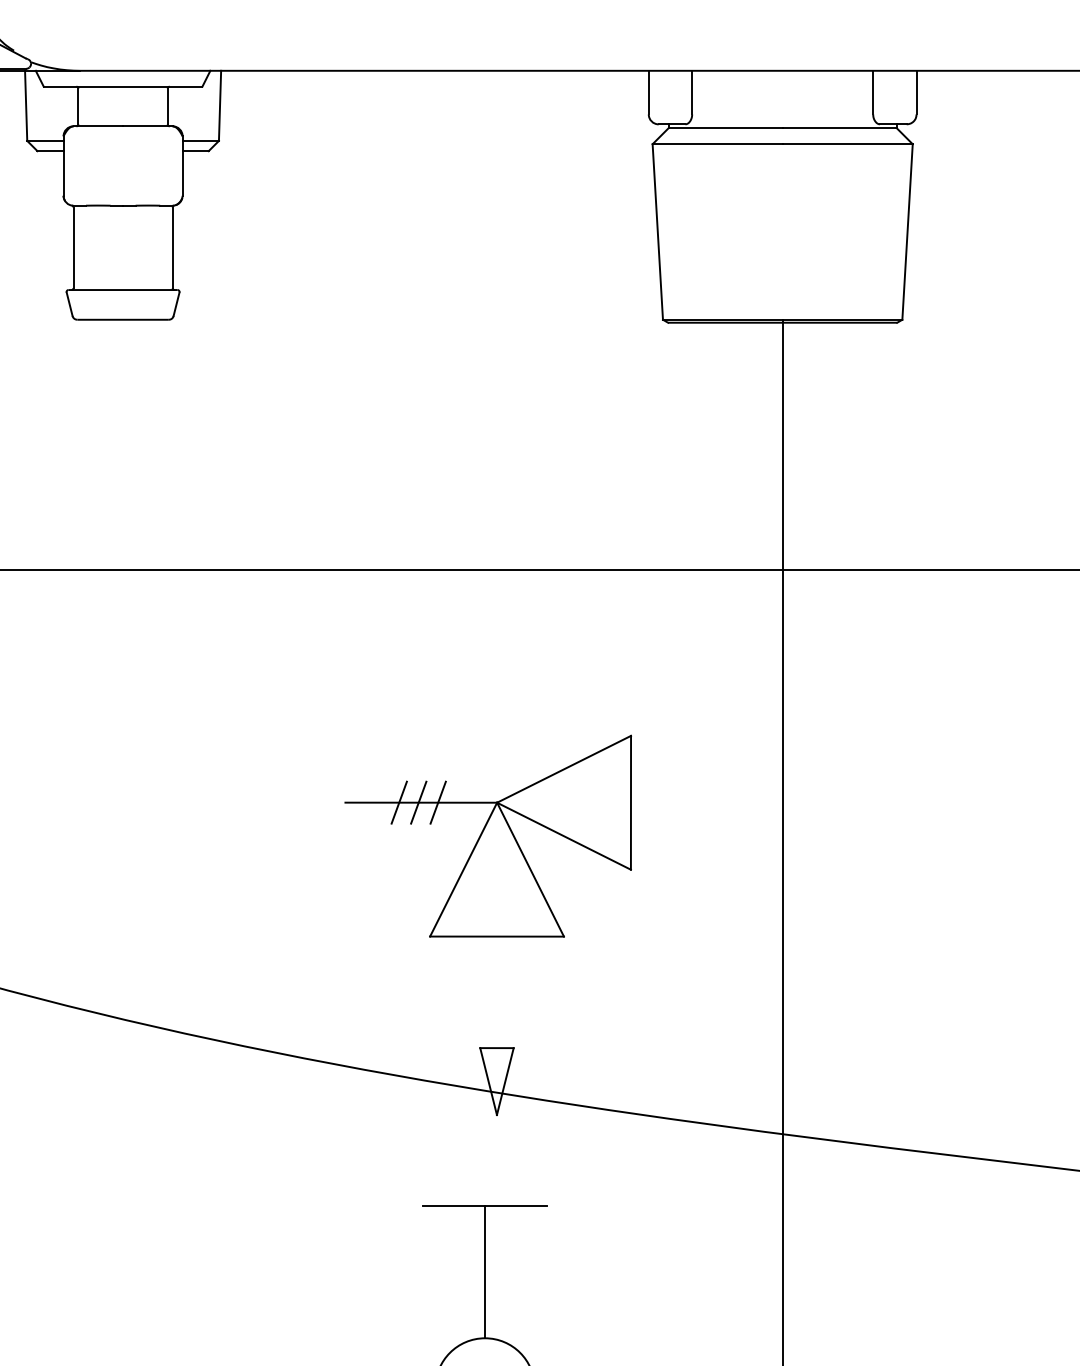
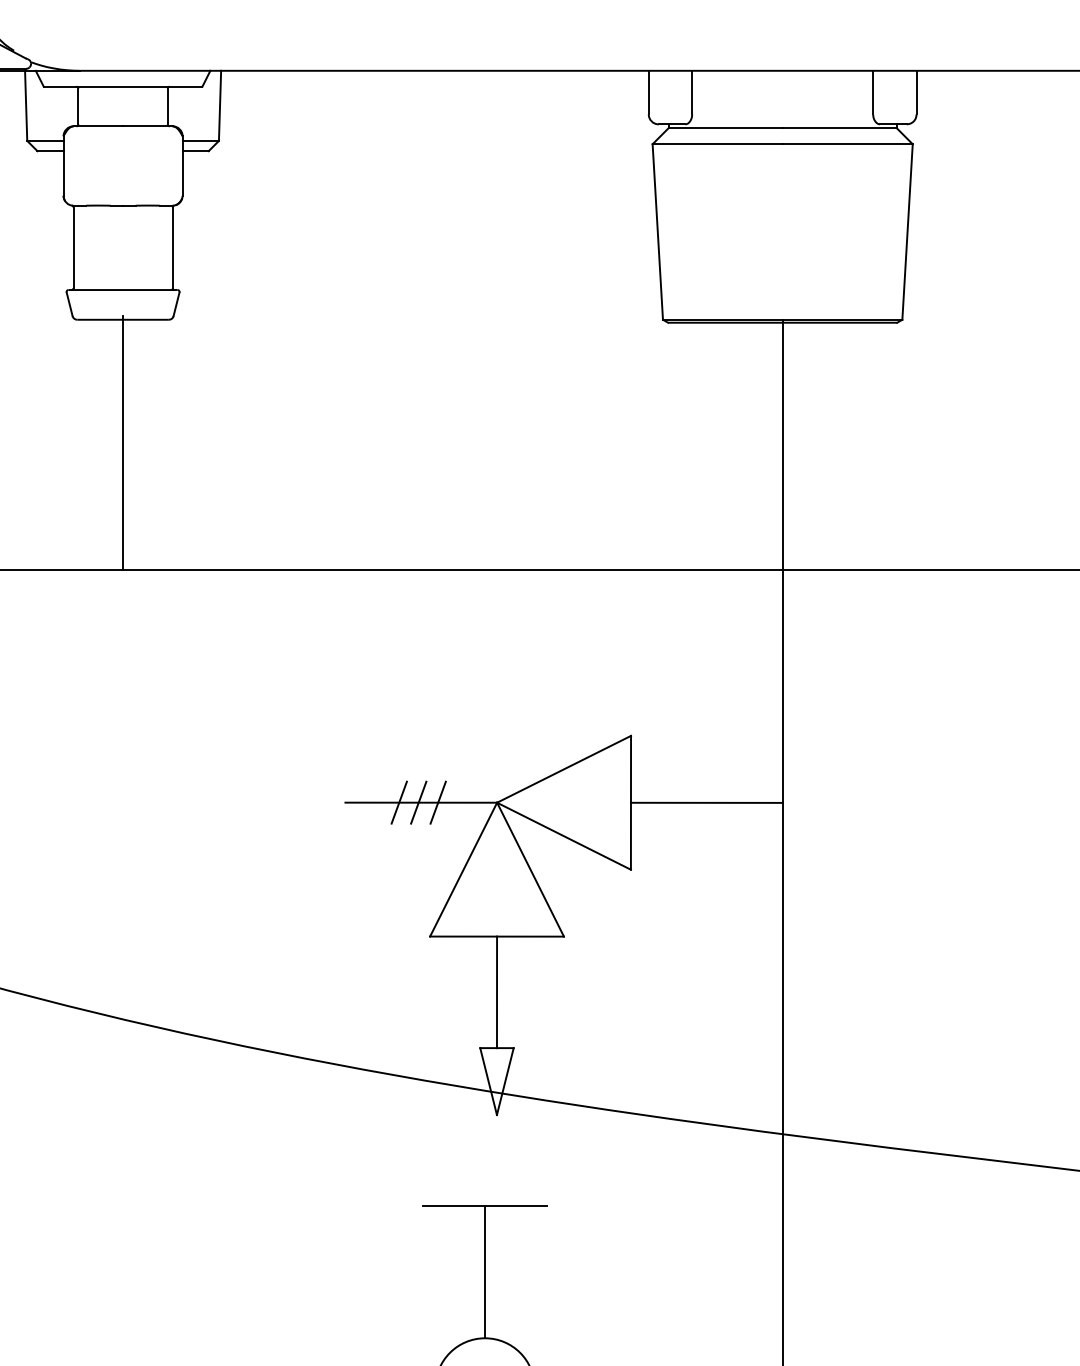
line at (123, 442): none -> present
line at (706, 802): none -> present
line at (496, 992): none -> present
